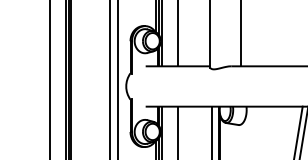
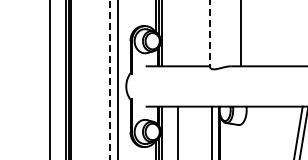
line at (177, 34): present -> none
line at (210, 34): solid -> dashed
line at (109, 80): solid -> dashed
